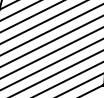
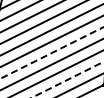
line at (52, 52): solid -> dashed
line at (68, 79): solid -> dashed
